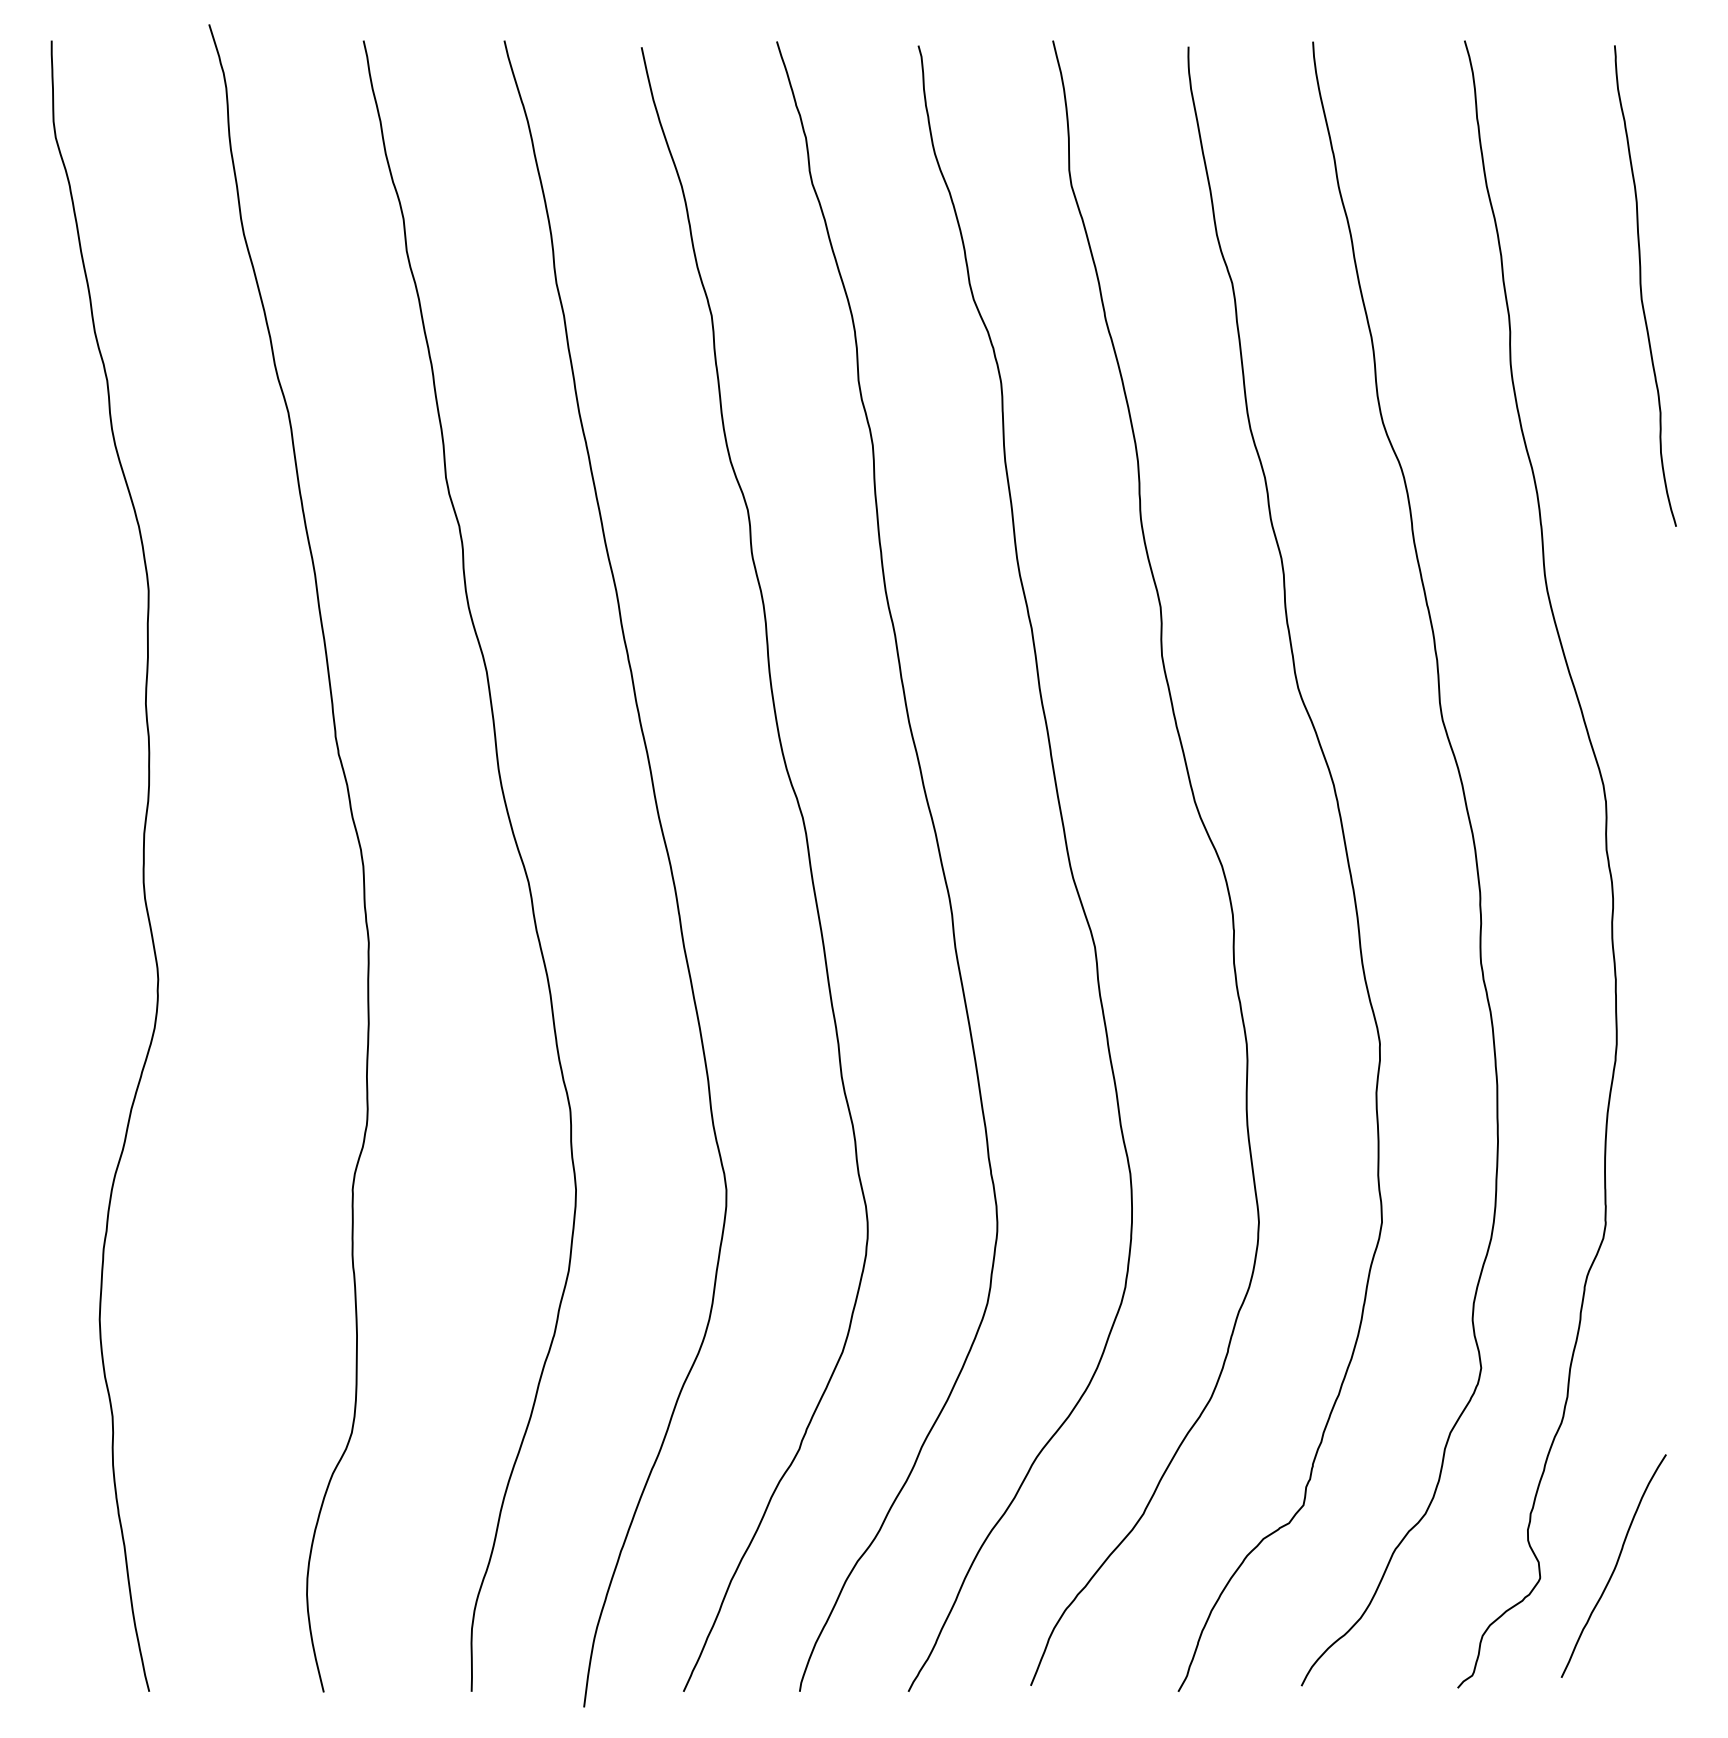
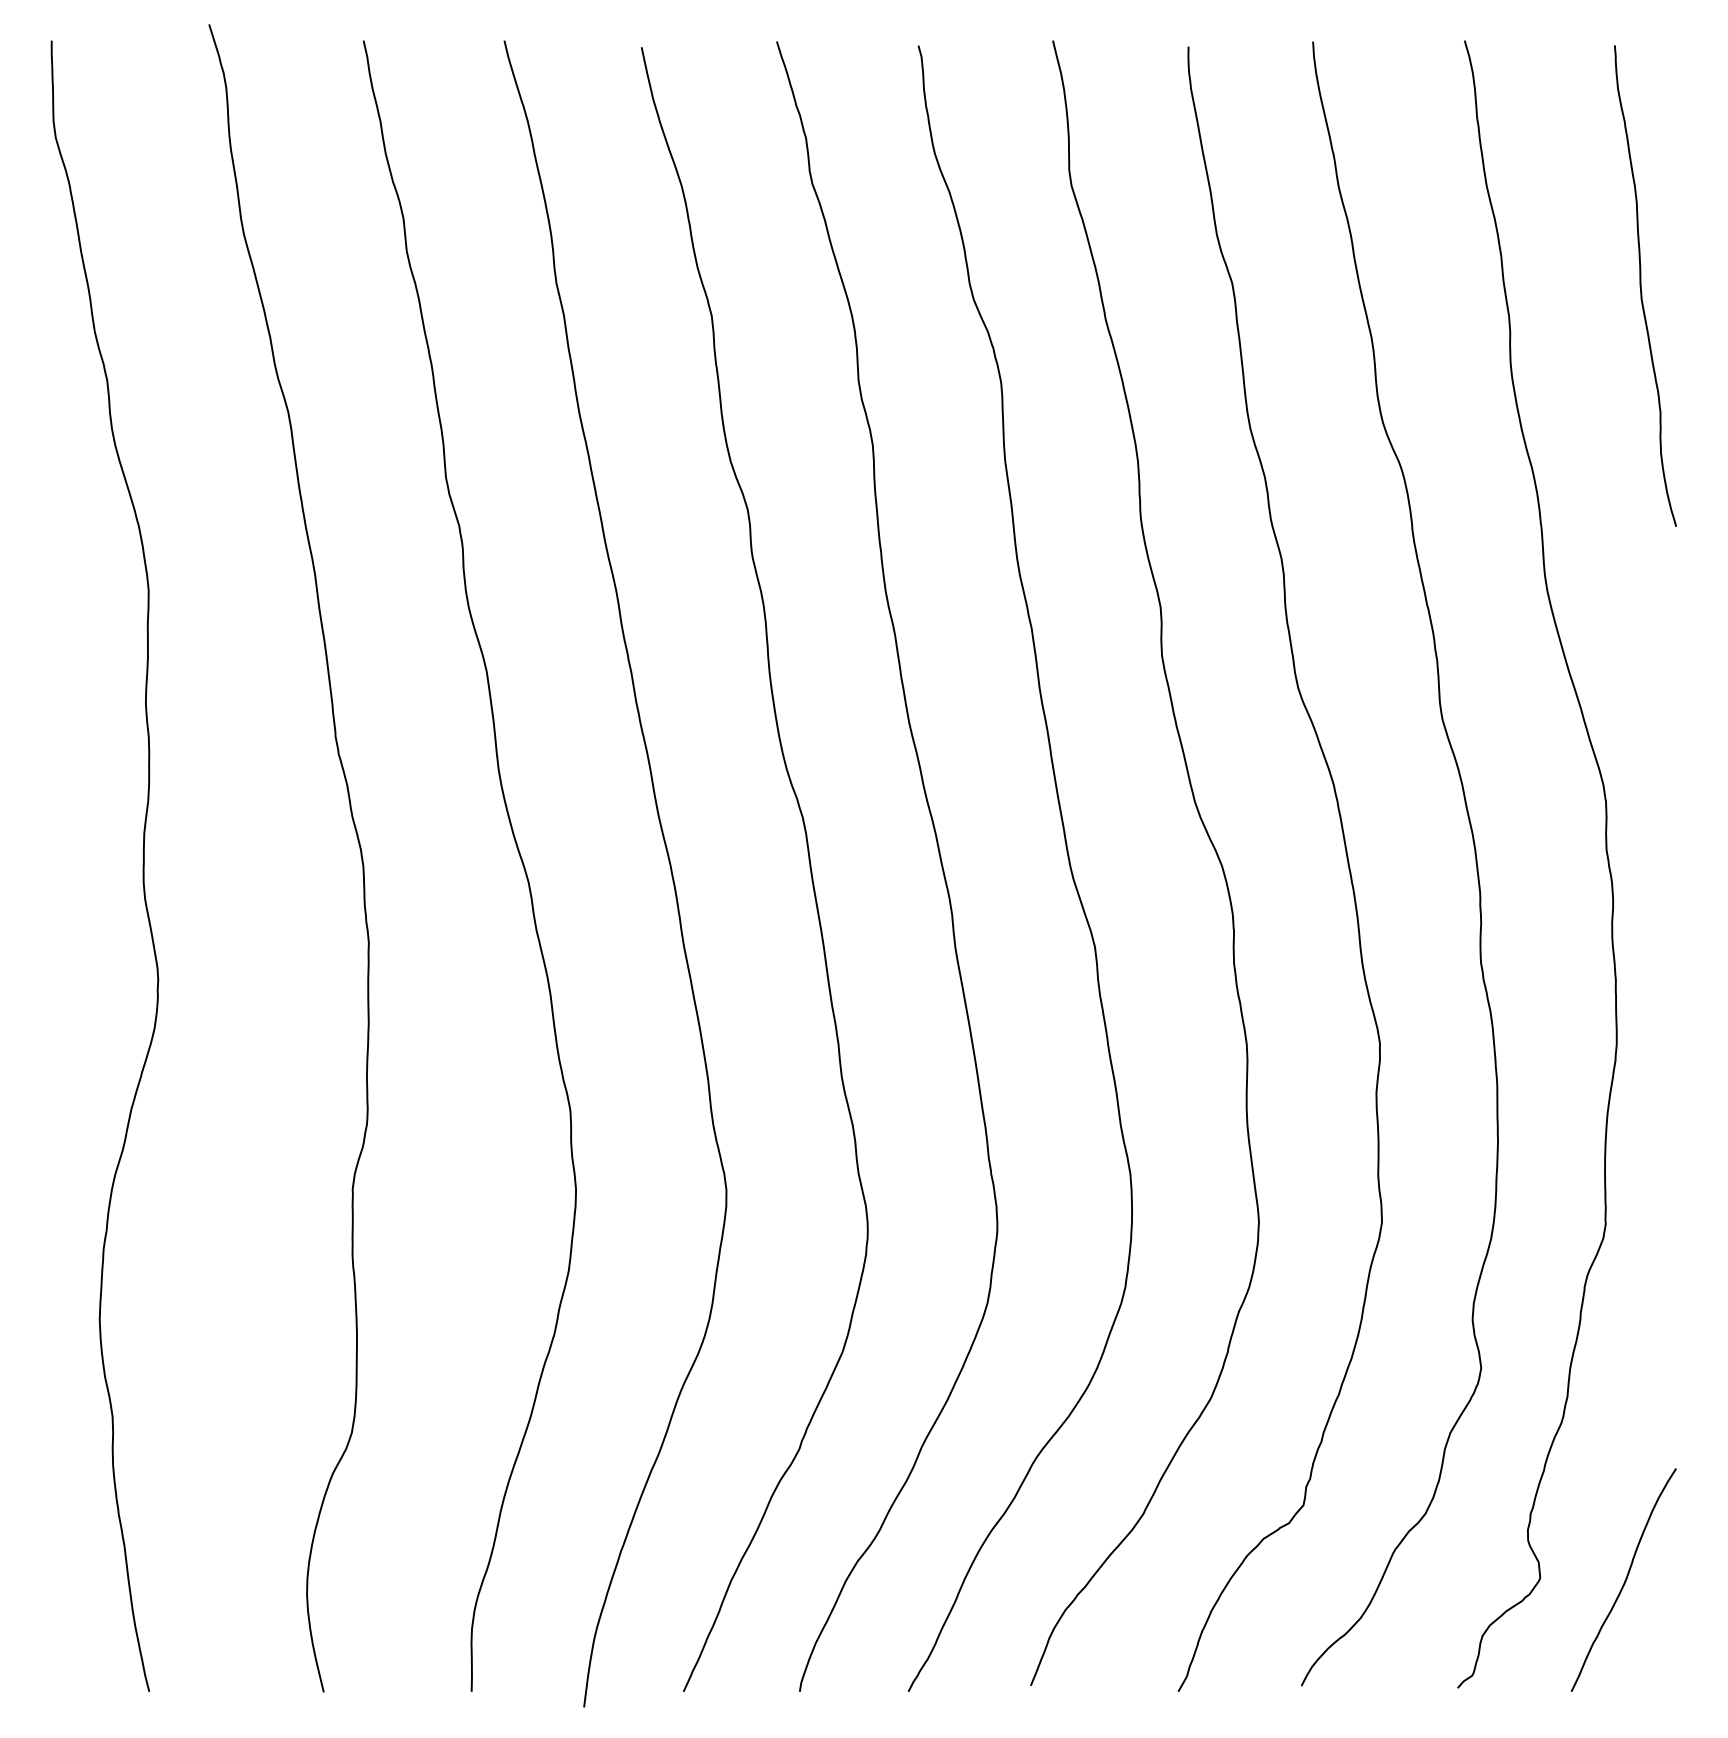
curve at (1614, 1566) position: (1614, 1566) -> (1624, 1580)
